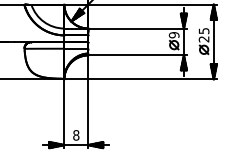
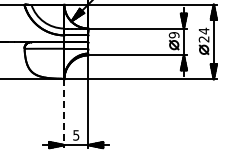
text at (203, 30): 25 -> 24
line at (64, 114): solid -> dashed
text at (76, 135): 8 -> 5
